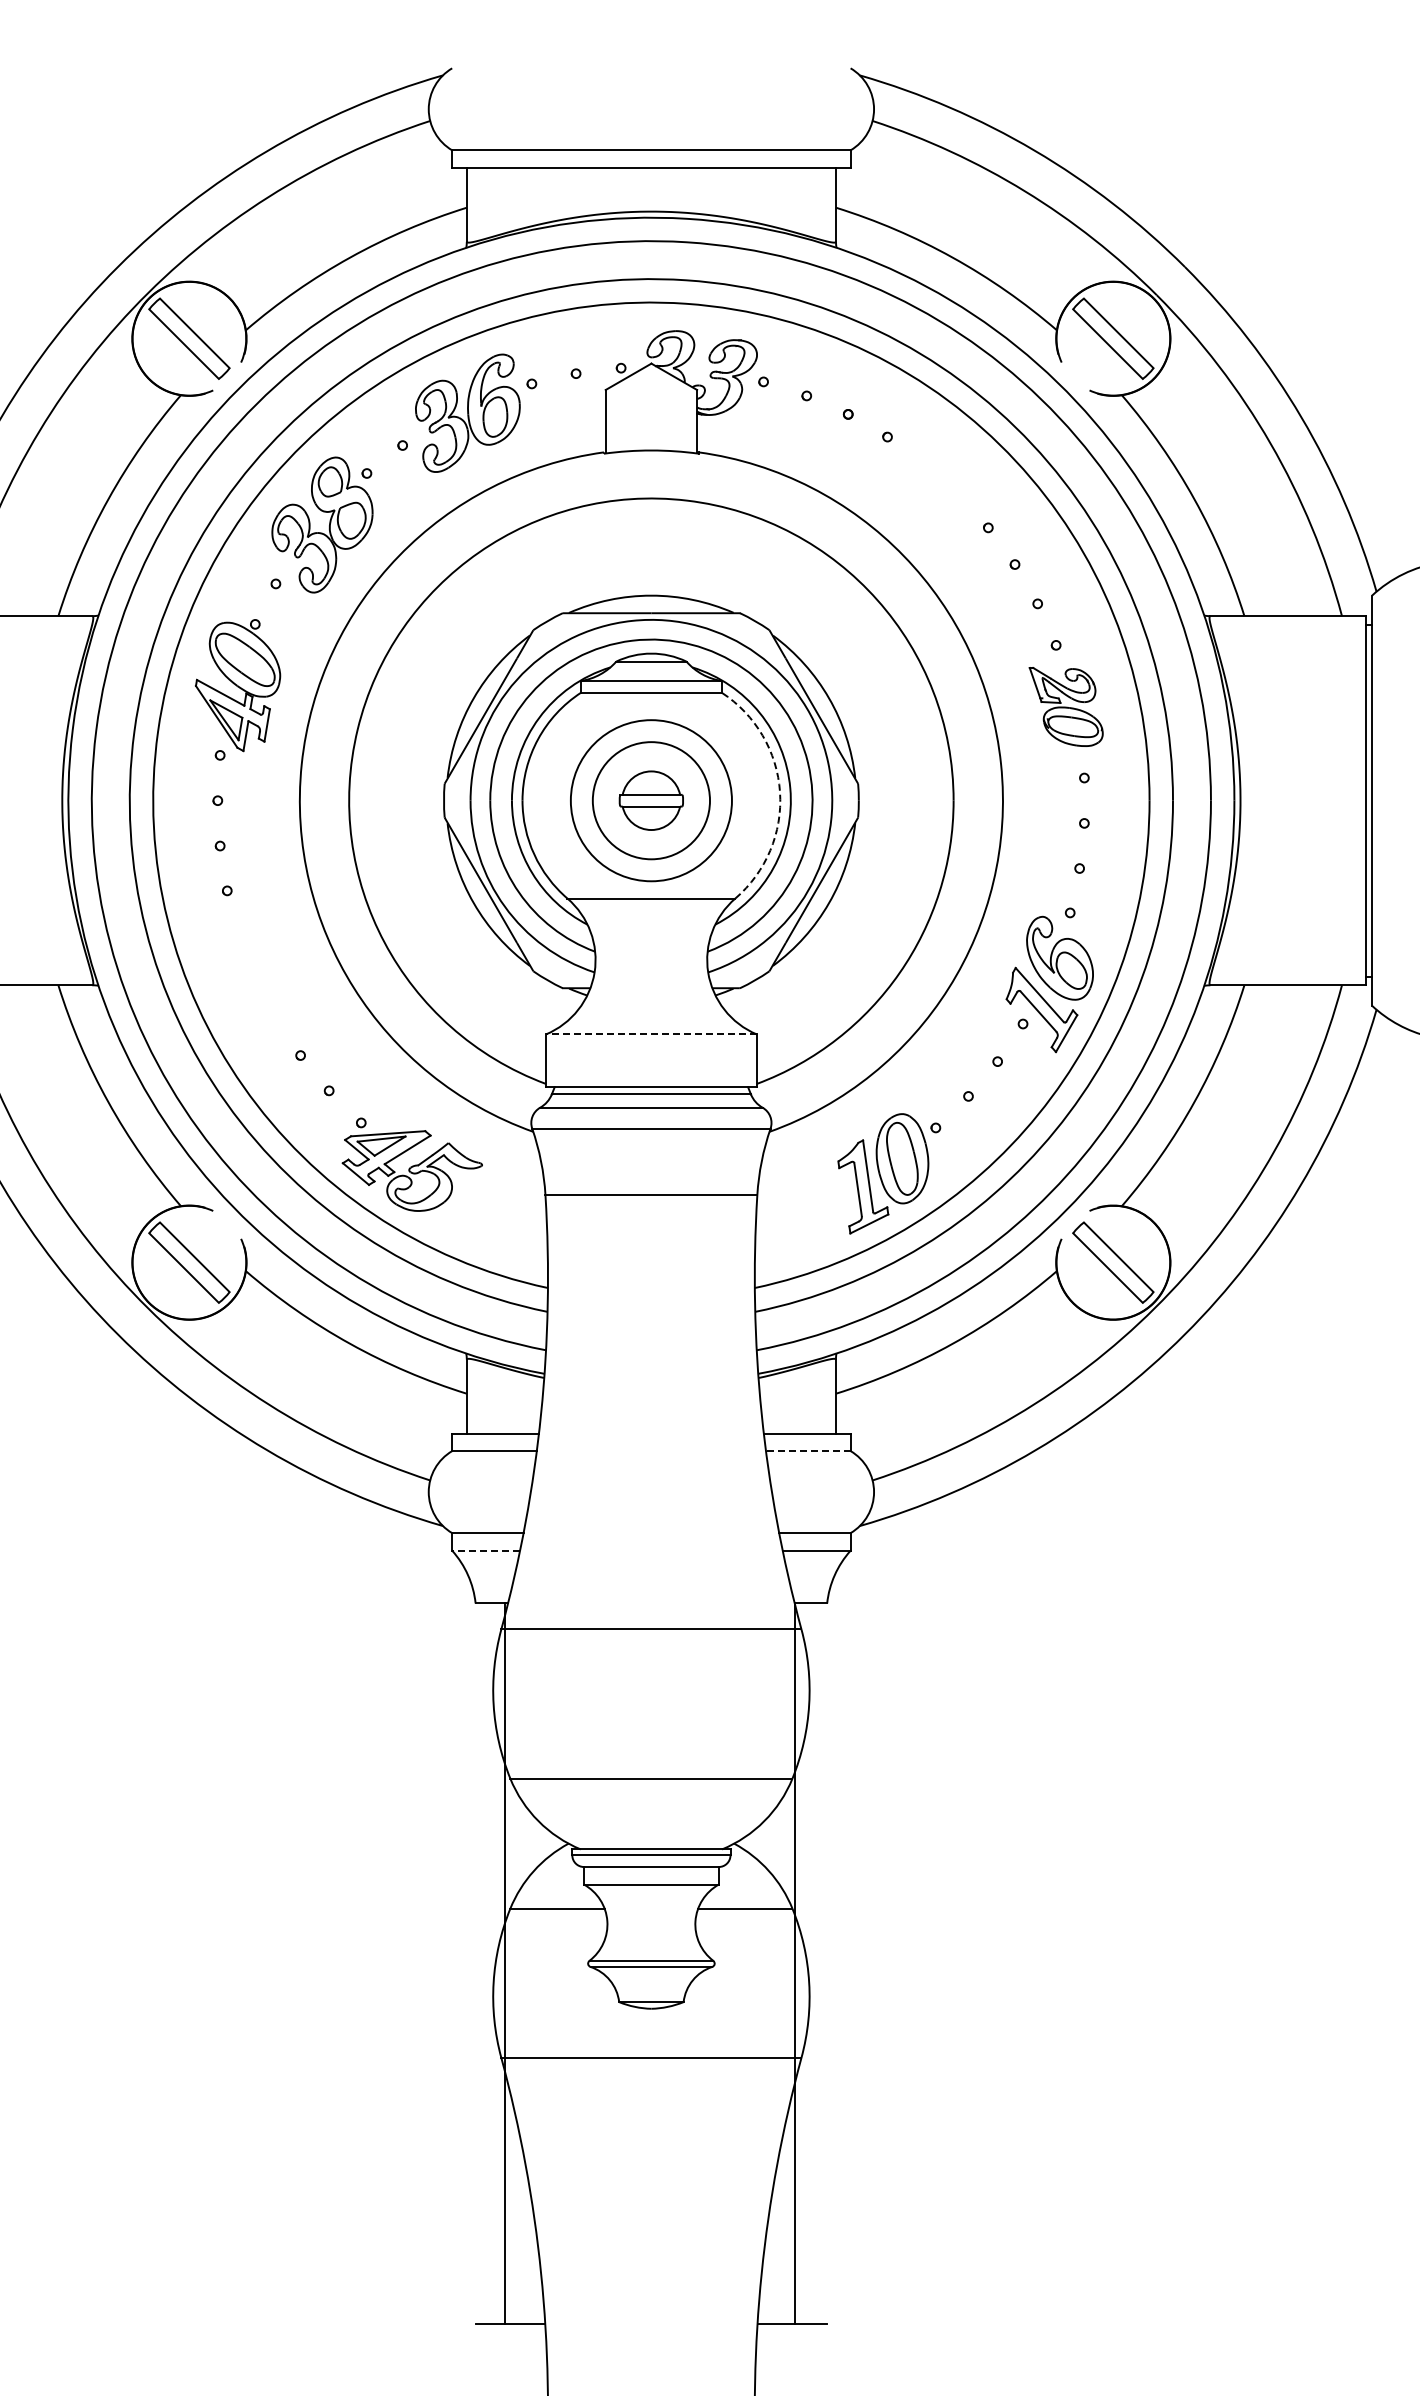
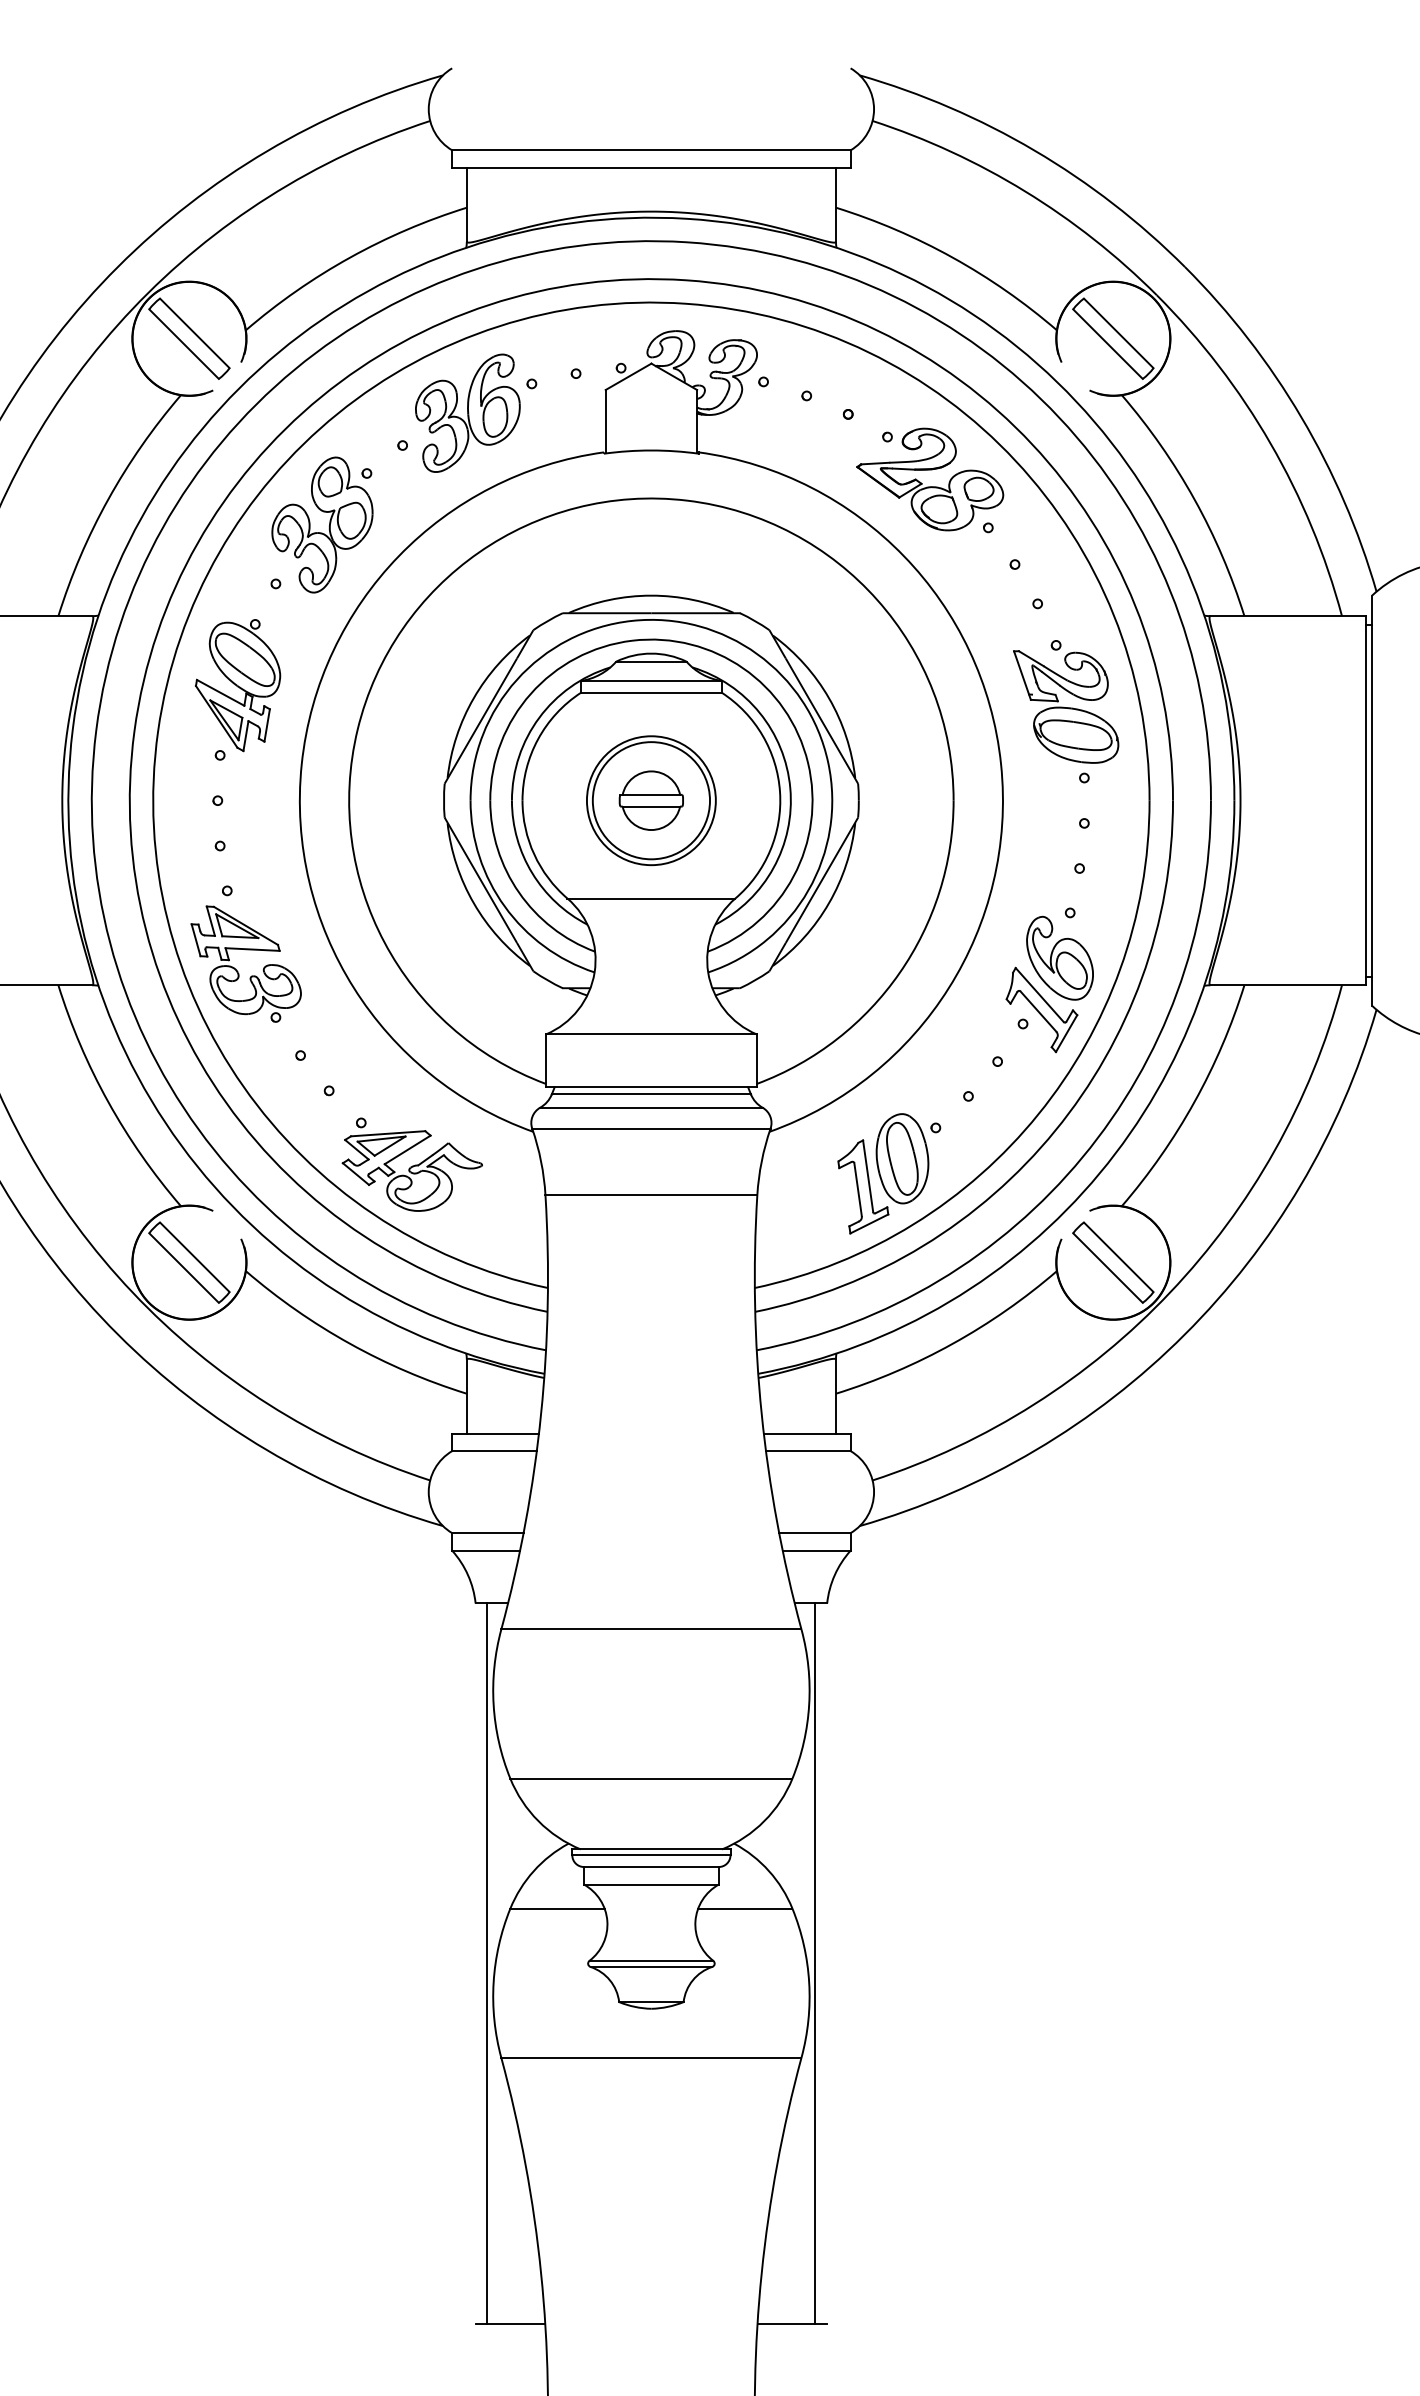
part at (930, 486): none -> present
part at (1065, 706) size: 76x80 px -> 107x114 px
arc at (780, 792): dashed -> solid
circle at (650, 800) diameter: 161 px -> 129 px
part at (237, 970): none -> present
line at (650, 1034): dashed -> solid
line at (807, 1451): dashed -> solid
line at (486, 1550): dashed -> solid
line at (505, 1963) position: (505, 1963) -> (487, 1963)
line at (795, 1963) position: (795, 1963) -> (815, 1963)
